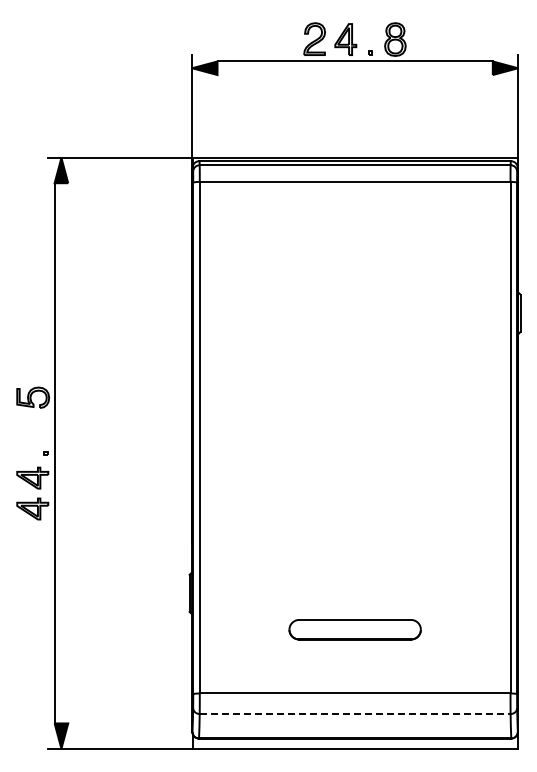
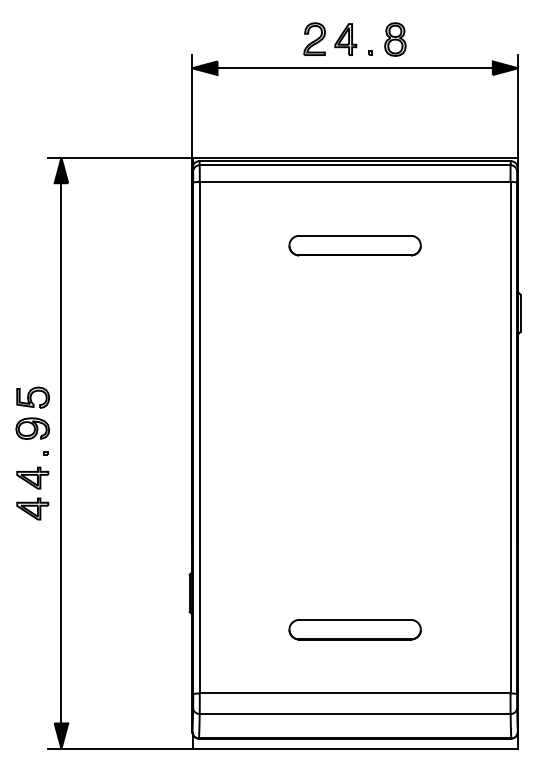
line at (354, 61) position: (354, 61) -> (354, 68)
part at (354, 245): none -> present
part at (32, 428): none -> present
line at (55, 453) position: (55, 453) -> (61, 453)
line at (355, 714): dashed -> solid
